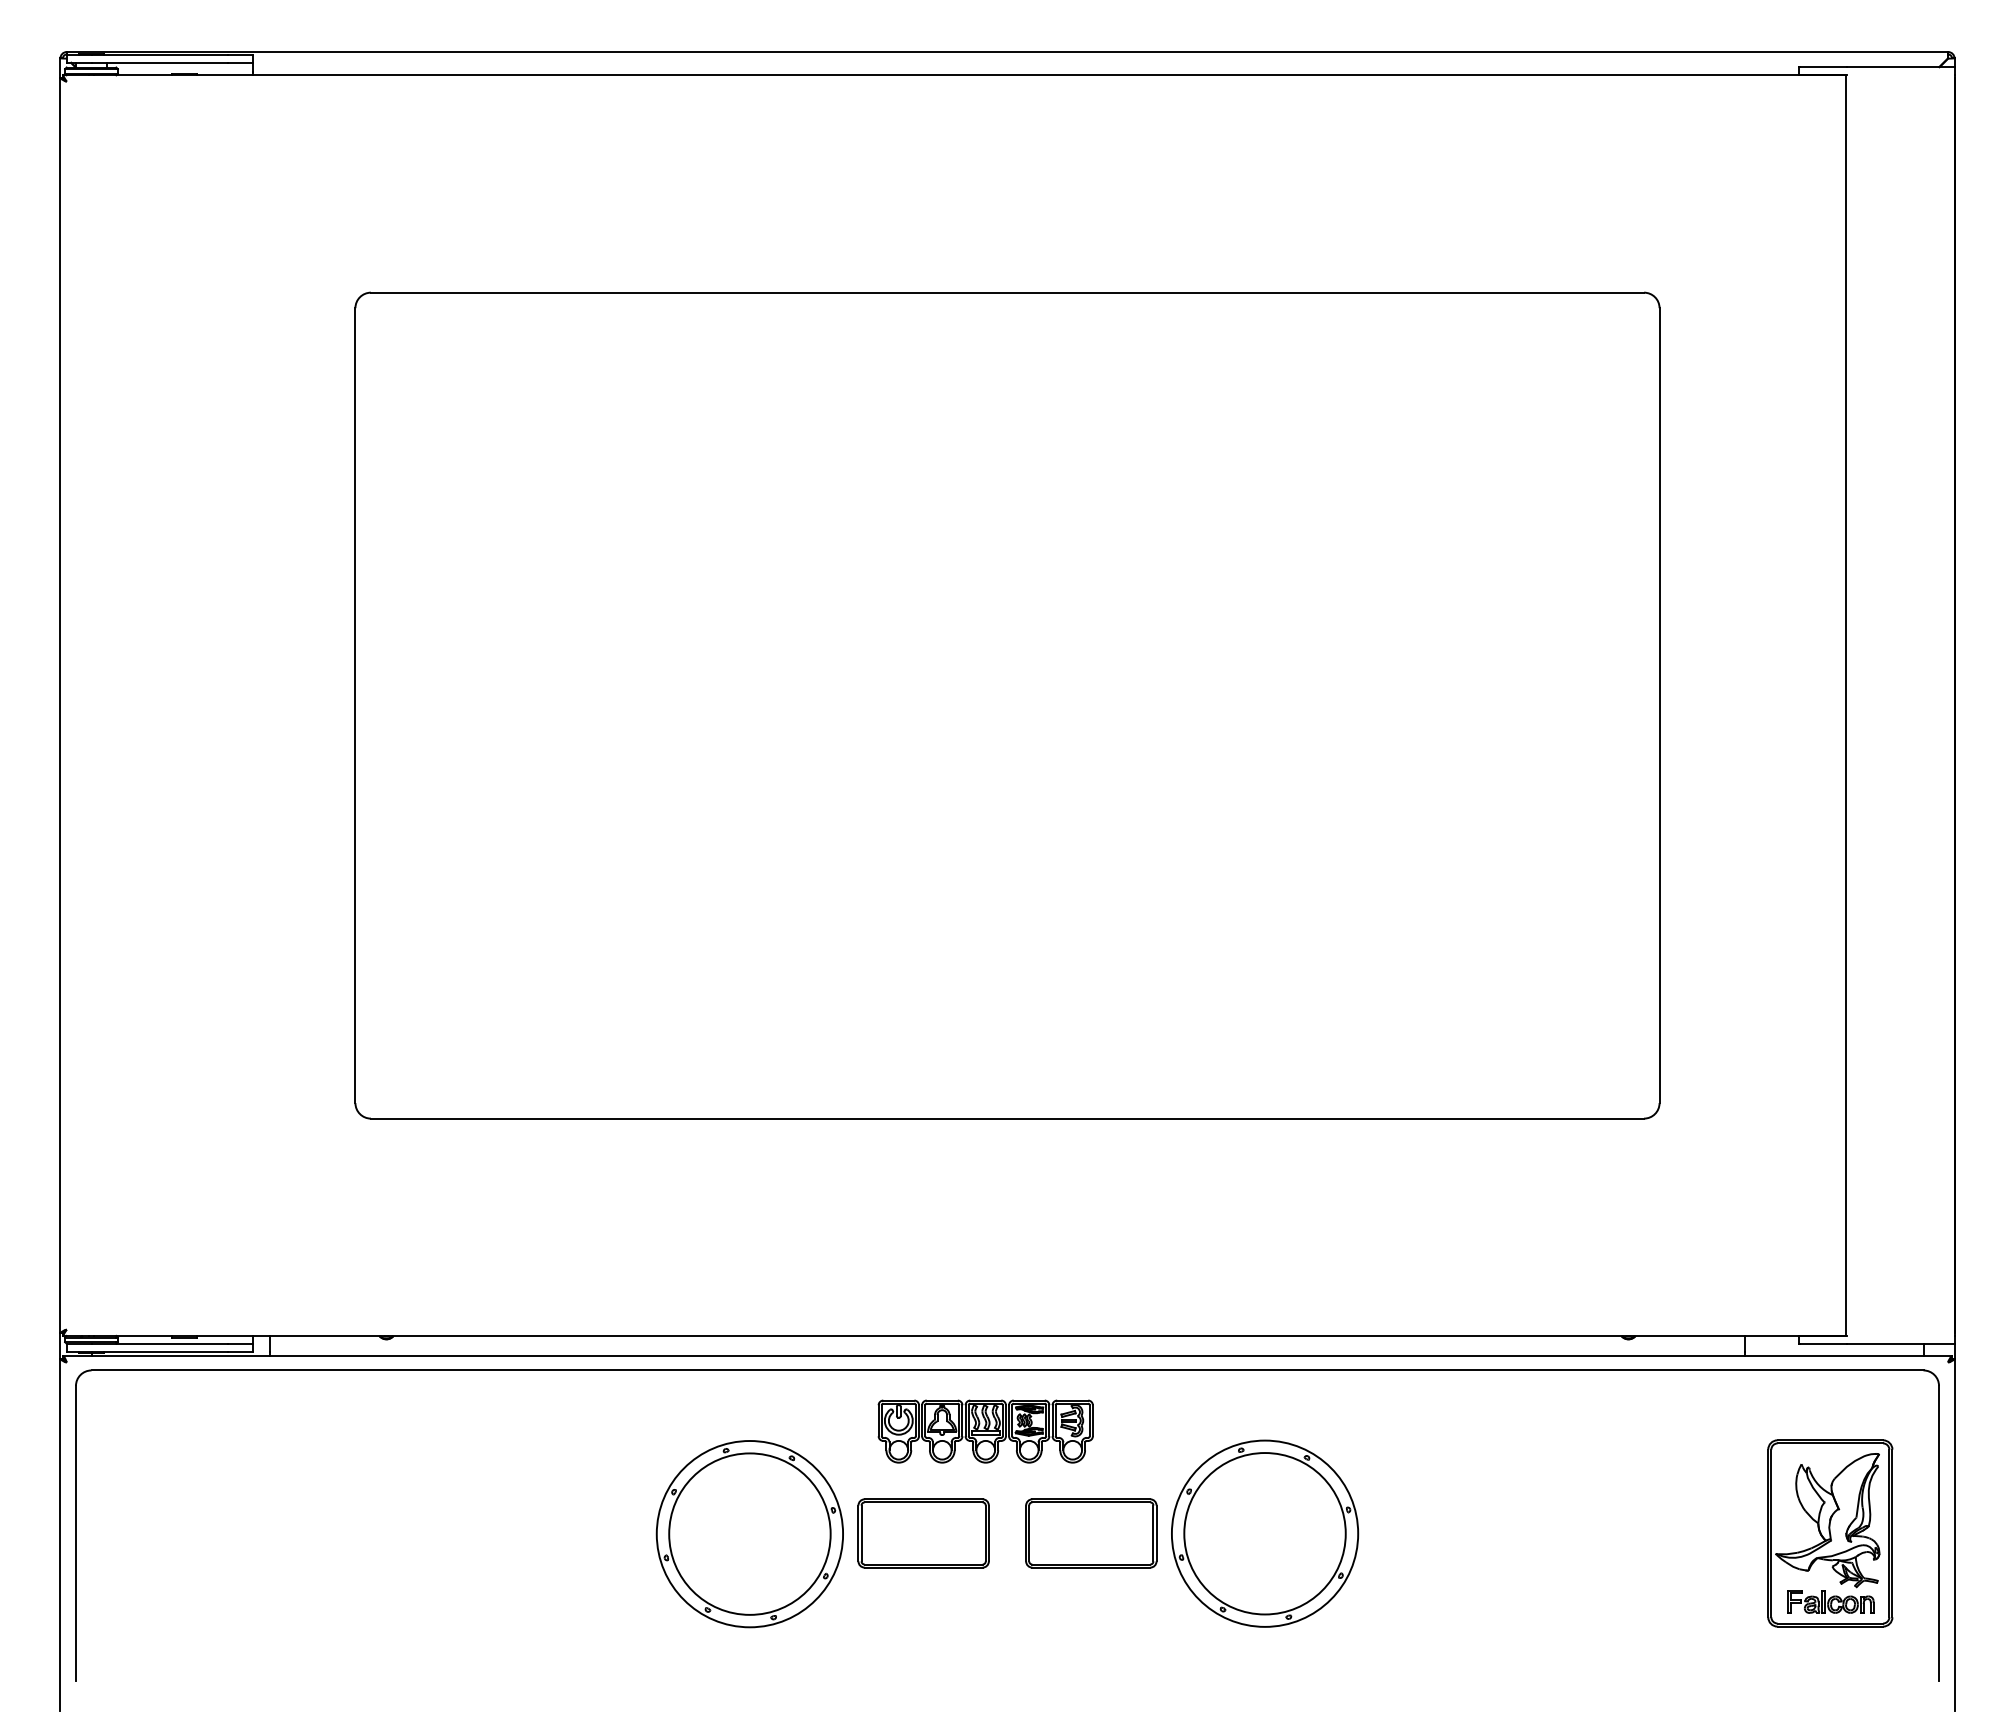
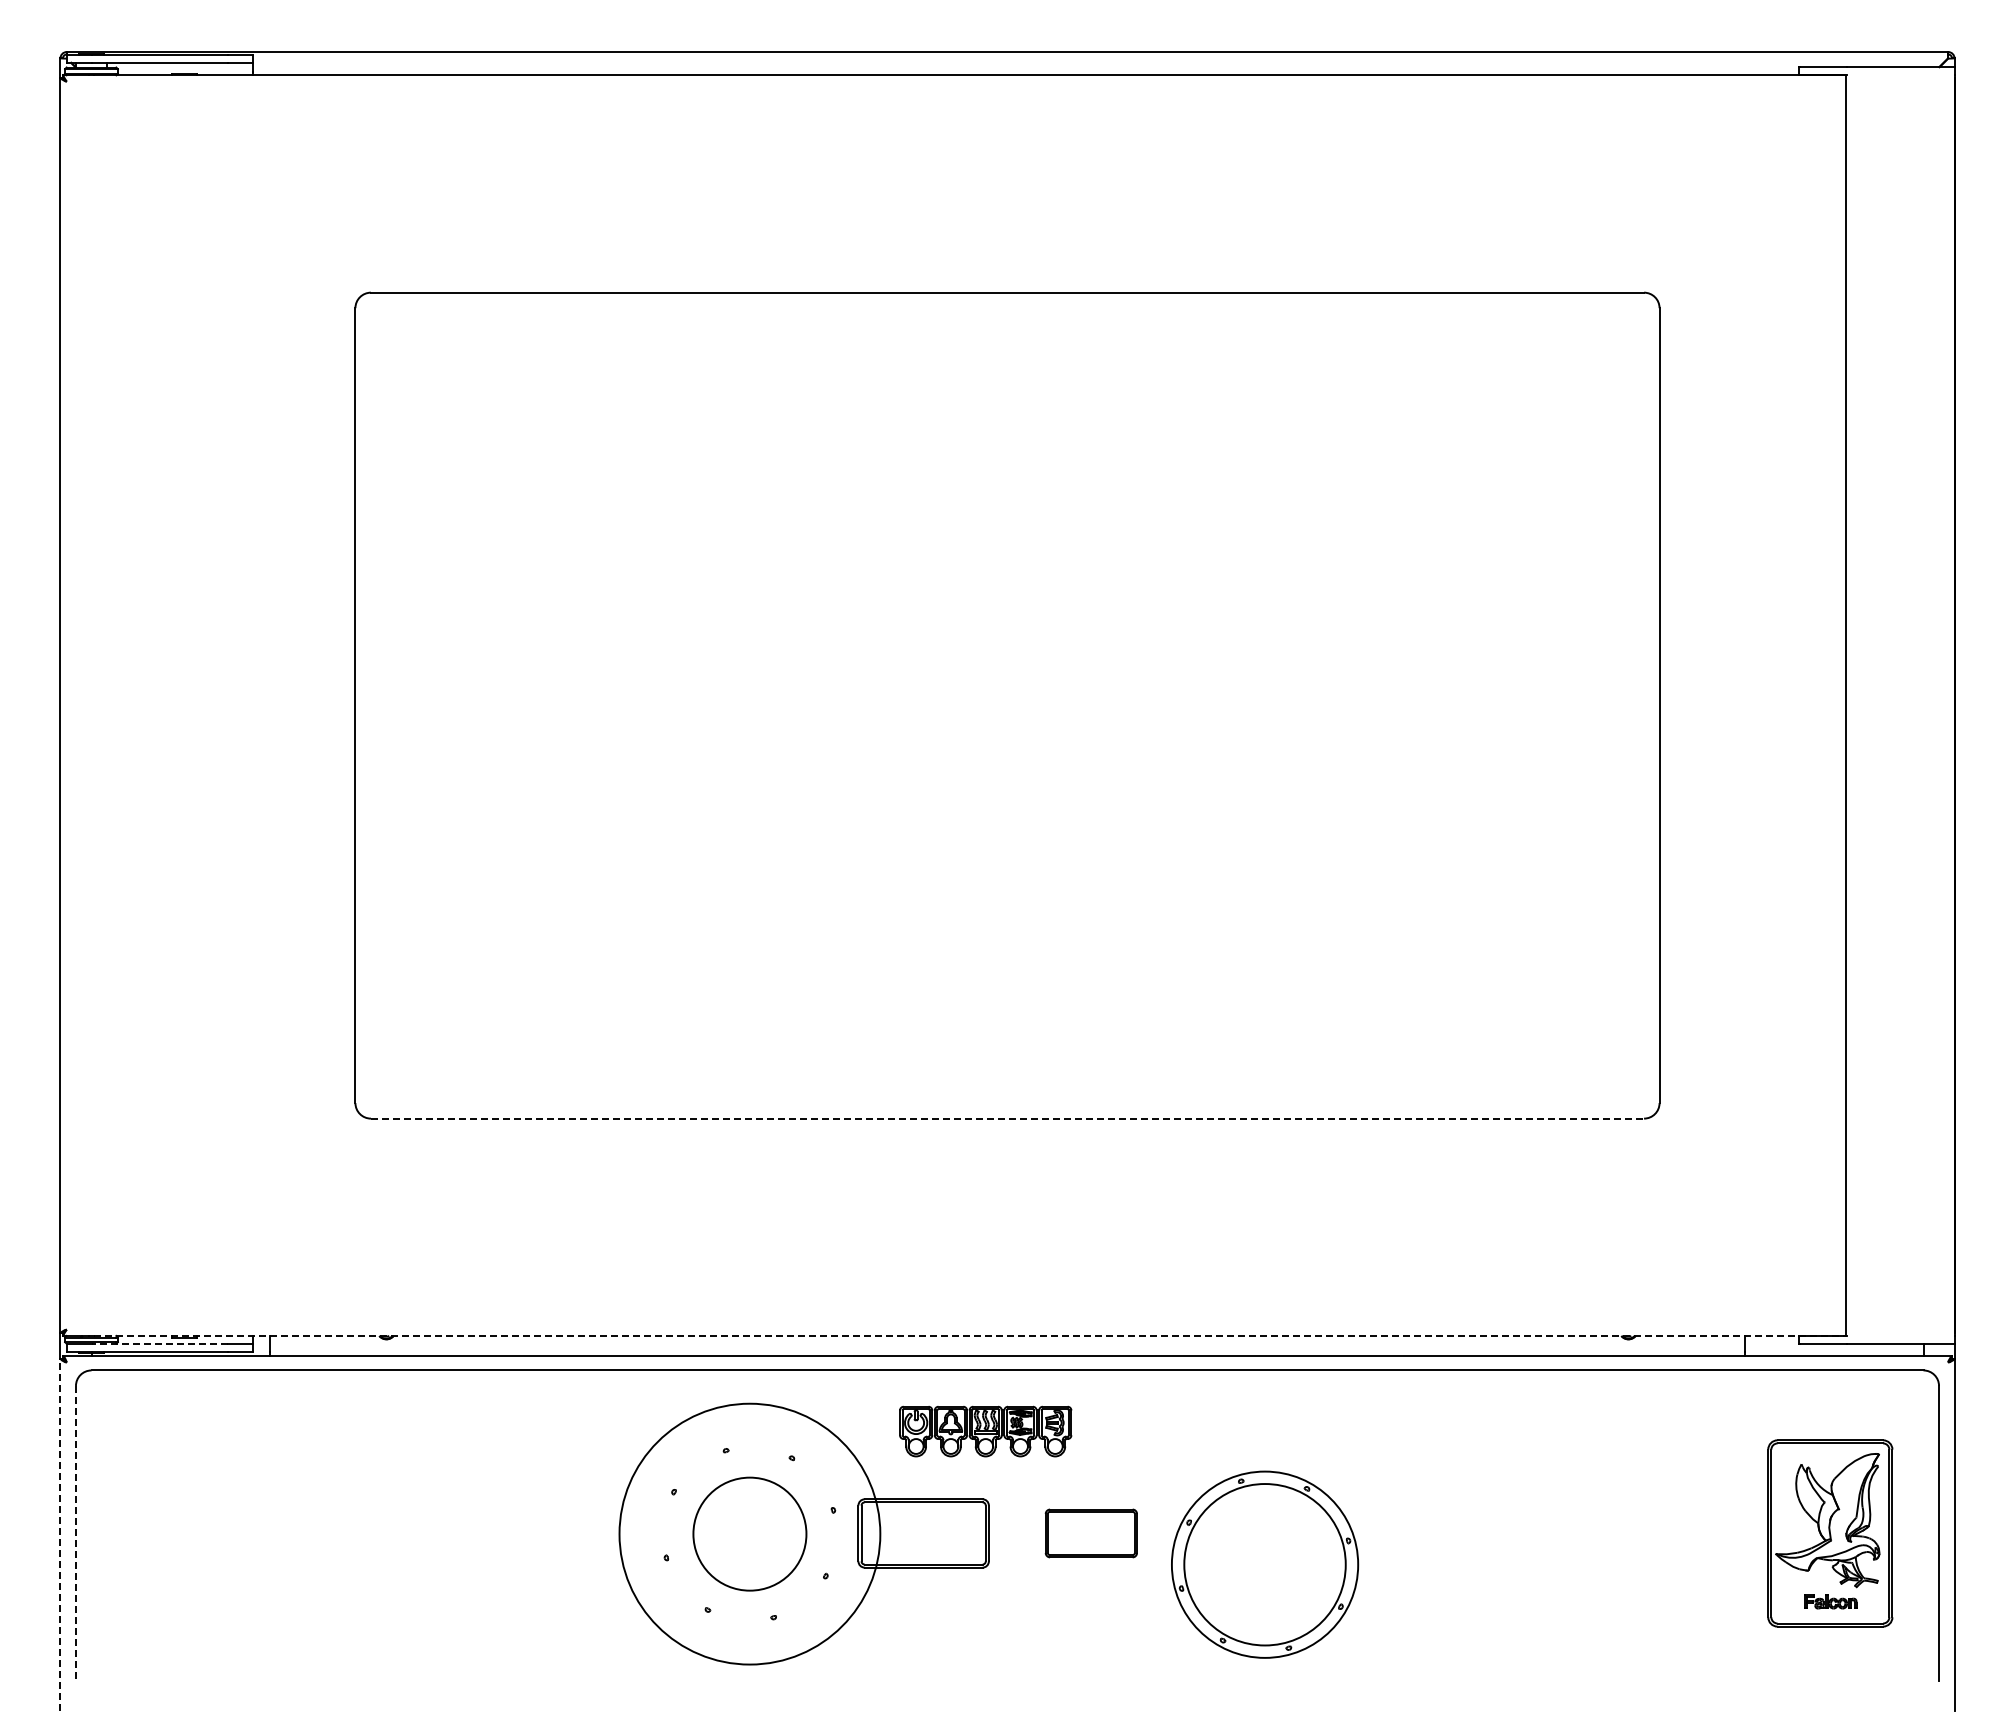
line at (1007, 1118): solid -> dashed
line at (970, 1335): solid -> dashed
line at (159, 1343): solid -> dashed
part at (985, 1431) size: 217x65 px -> 174x53 px
line at (75, 1533): solid -> dashed
circle at (749, 1533) diameter: 161 px -> 113 px
part at (1091, 1533) size: 133x71 px -> 94x51 px
part at (1265, 1533) position: (1265, 1533) -> (1265, 1564)
line at (60, 1534): solid -> dashed
circle at (749, 1534) diameter: 186 px -> 261 px
part at (1830, 1601) size: 88x24 px -> 54x16 px
